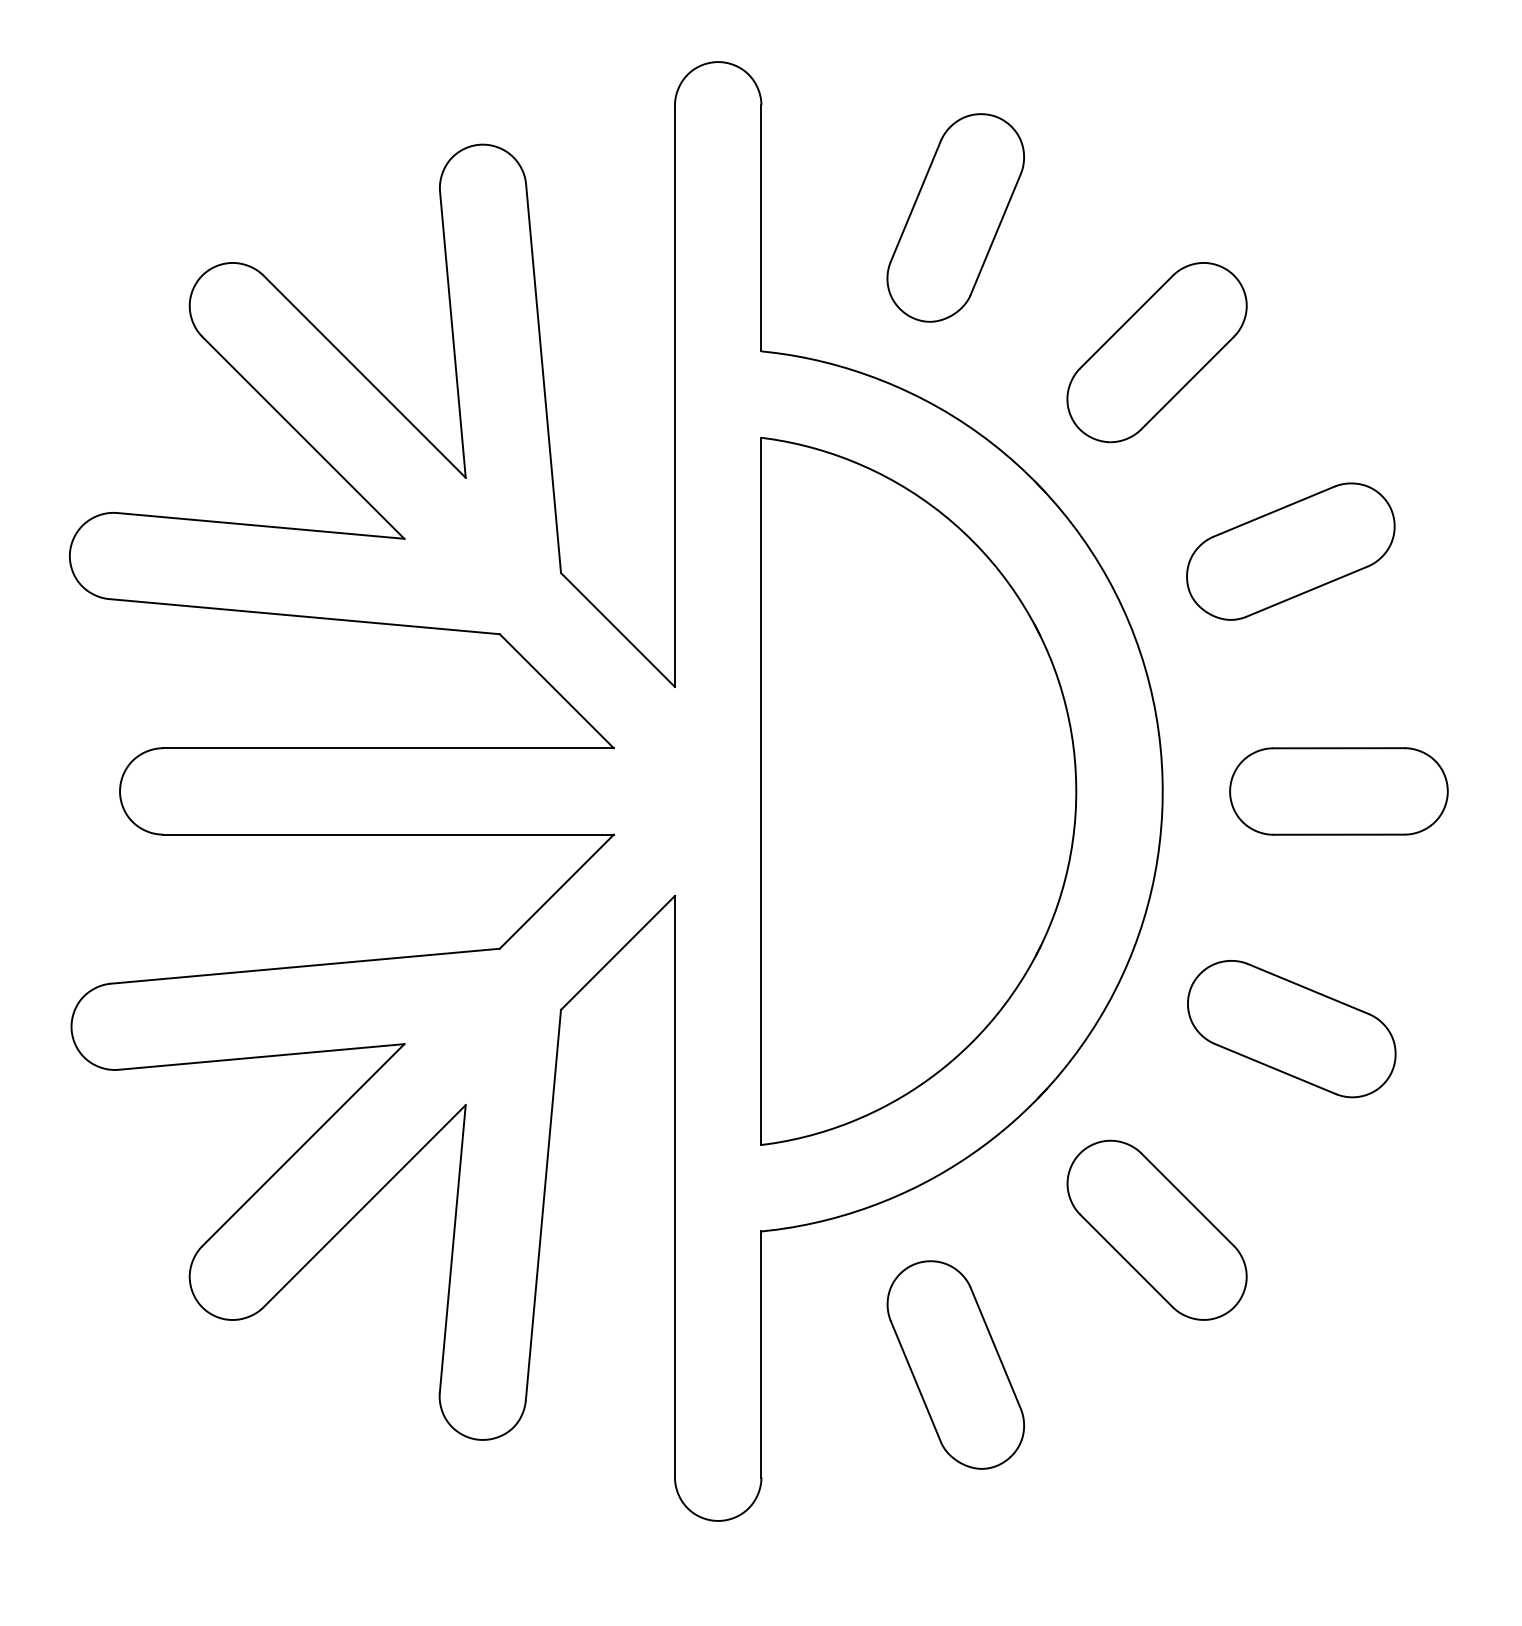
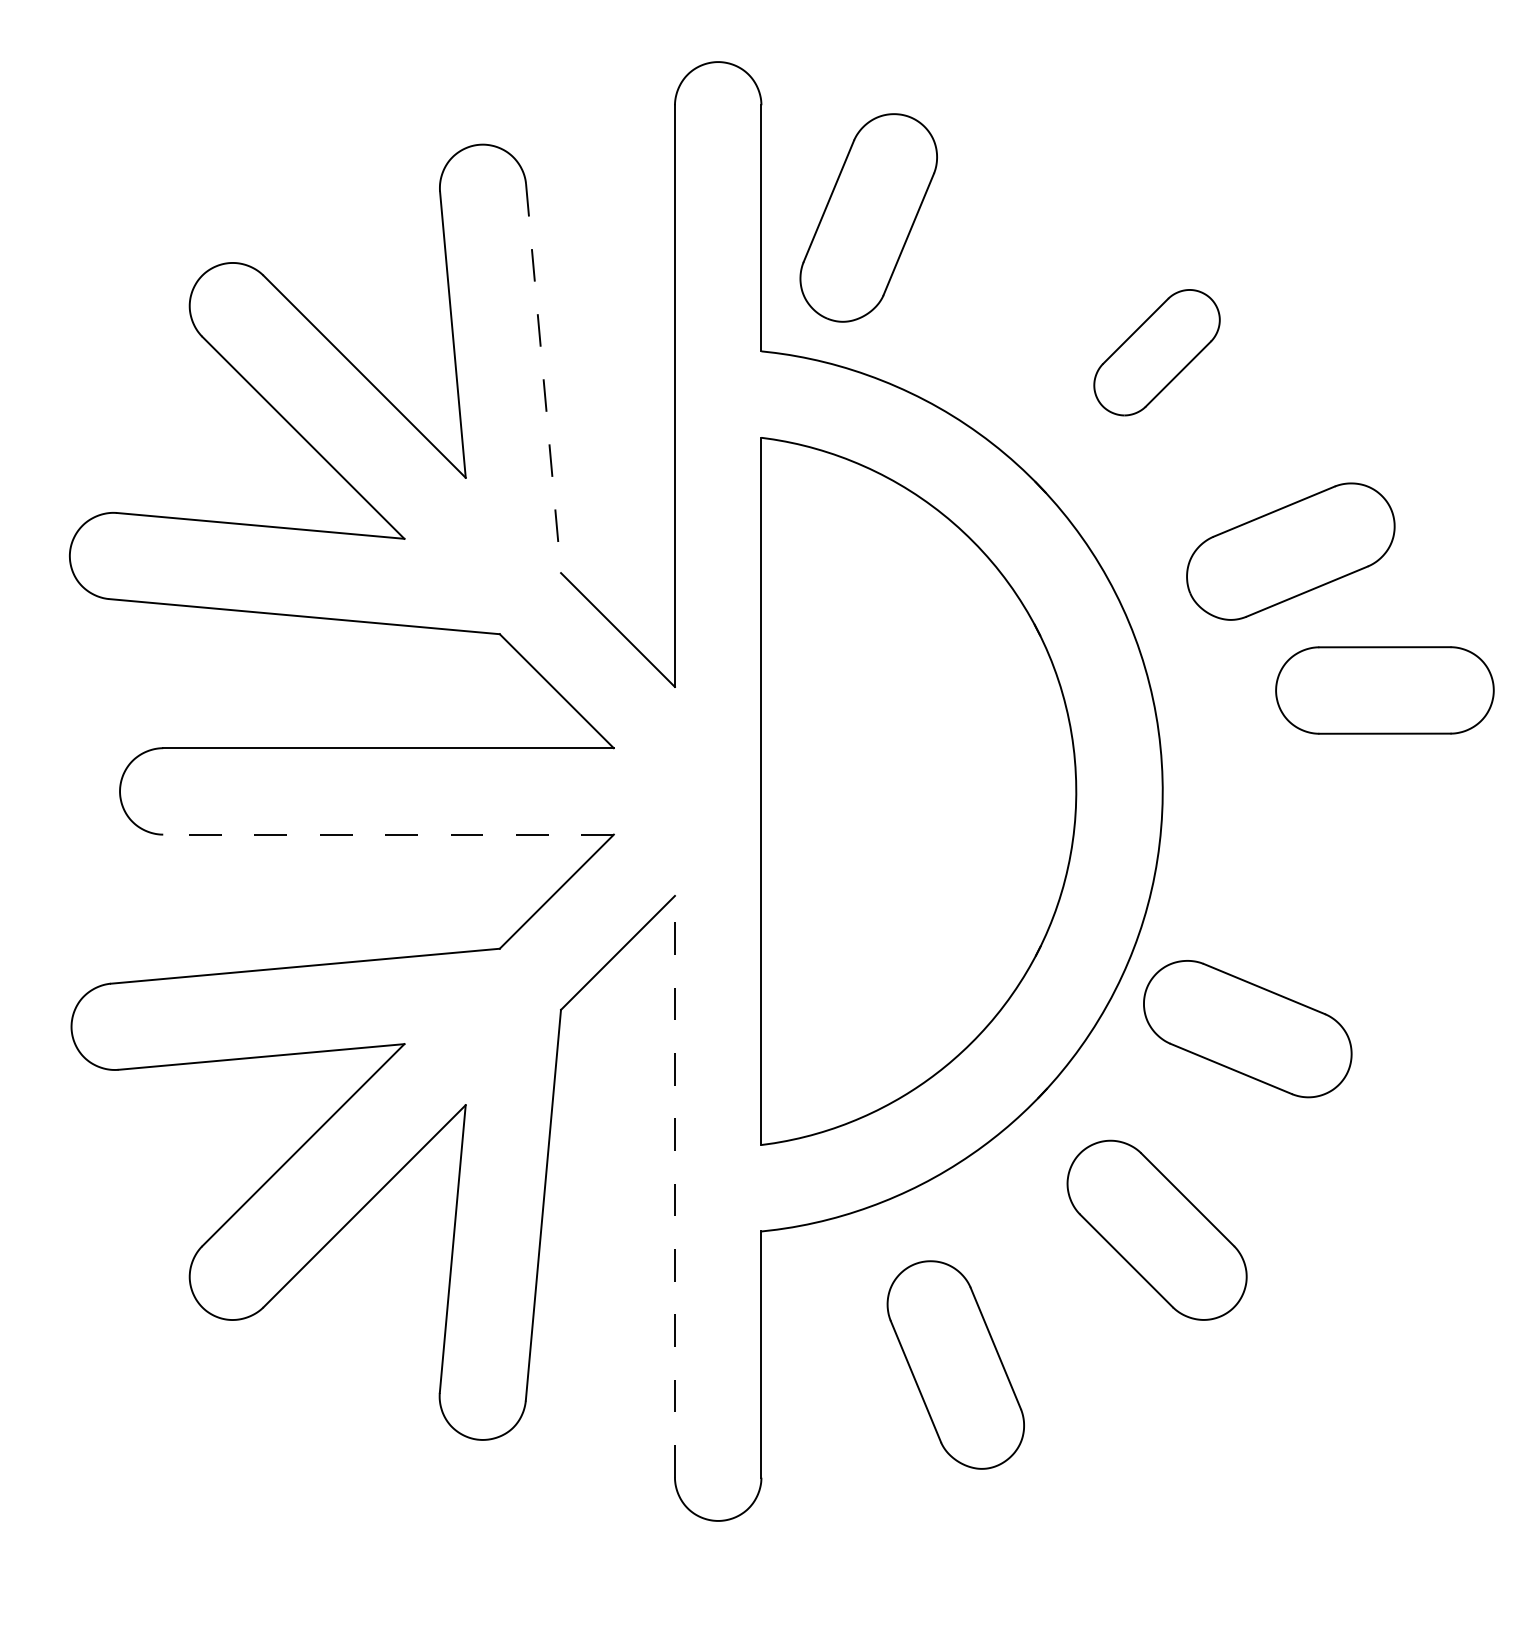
part at (955, 217) position: (955, 217) -> (868, 217)
part at (1156, 352) size: 182x182 px -> 128x128 px
line at (543, 379): solid -> dashed
part at (1338, 791) position: (1338, 791) -> (1384, 690)
line at (388, 834): solid -> dashed
part at (1291, 1029) position: (1291, 1029) -> (1247, 1029)
line at (674, 1186): solid -> dashed
